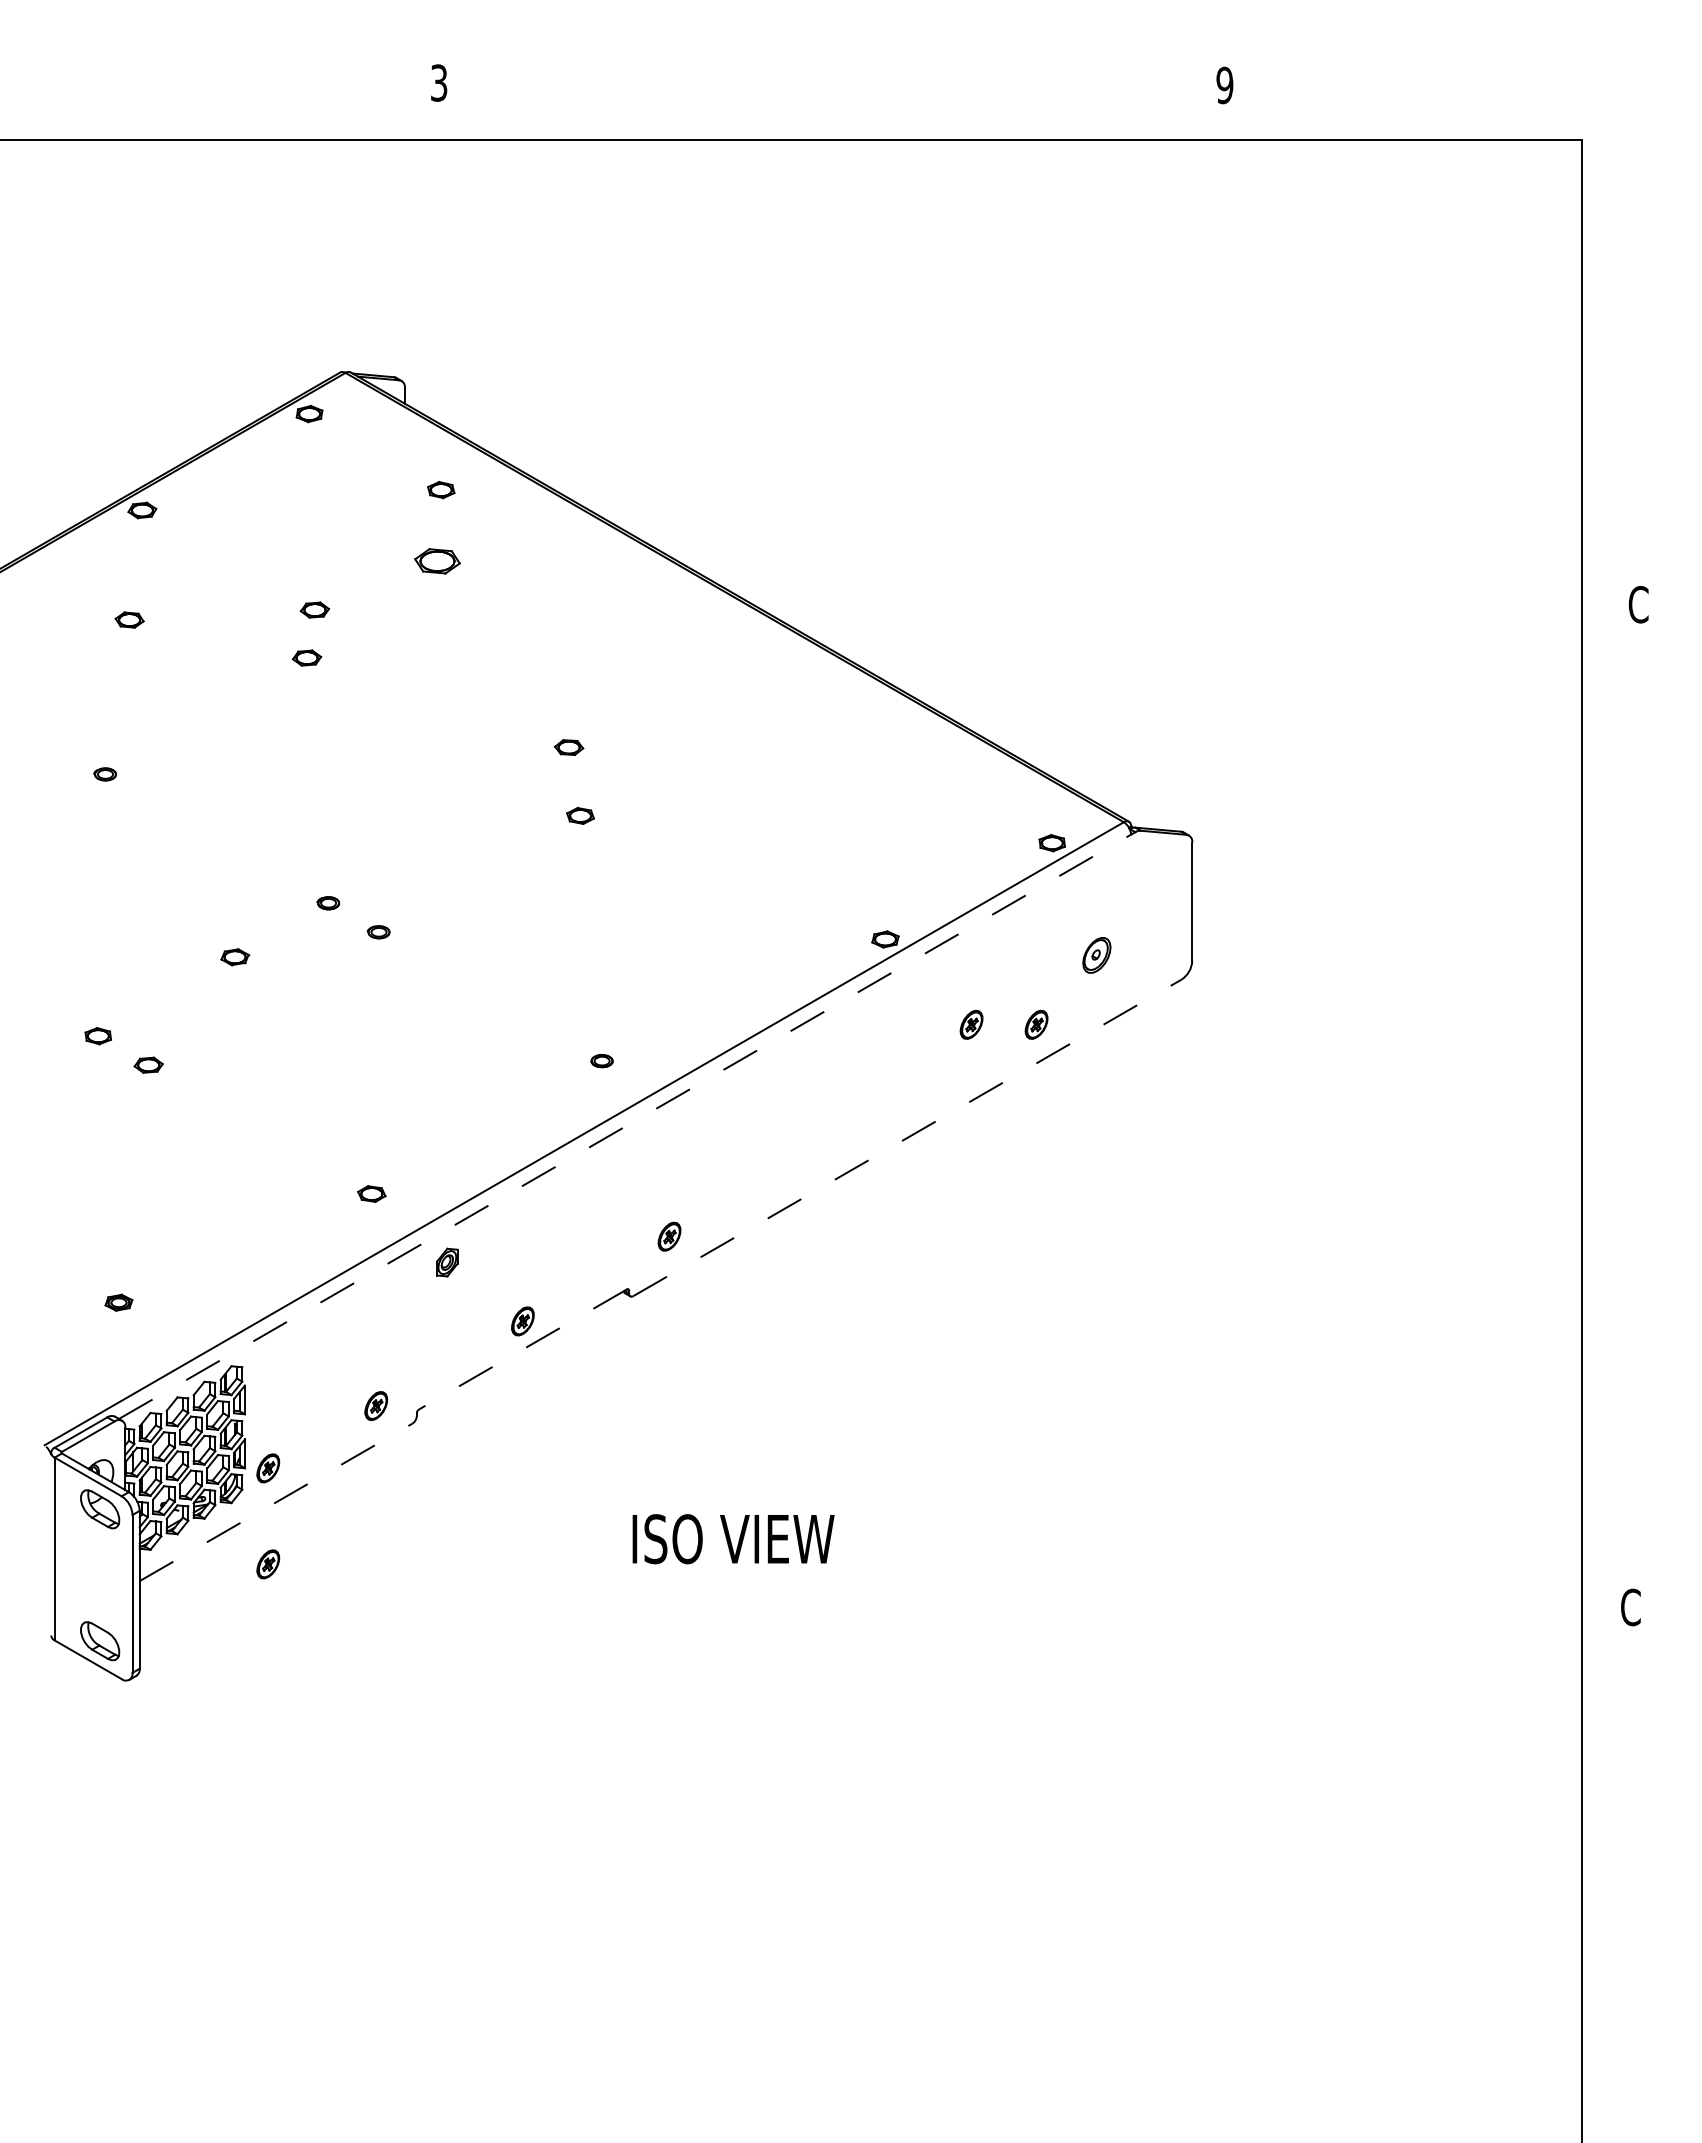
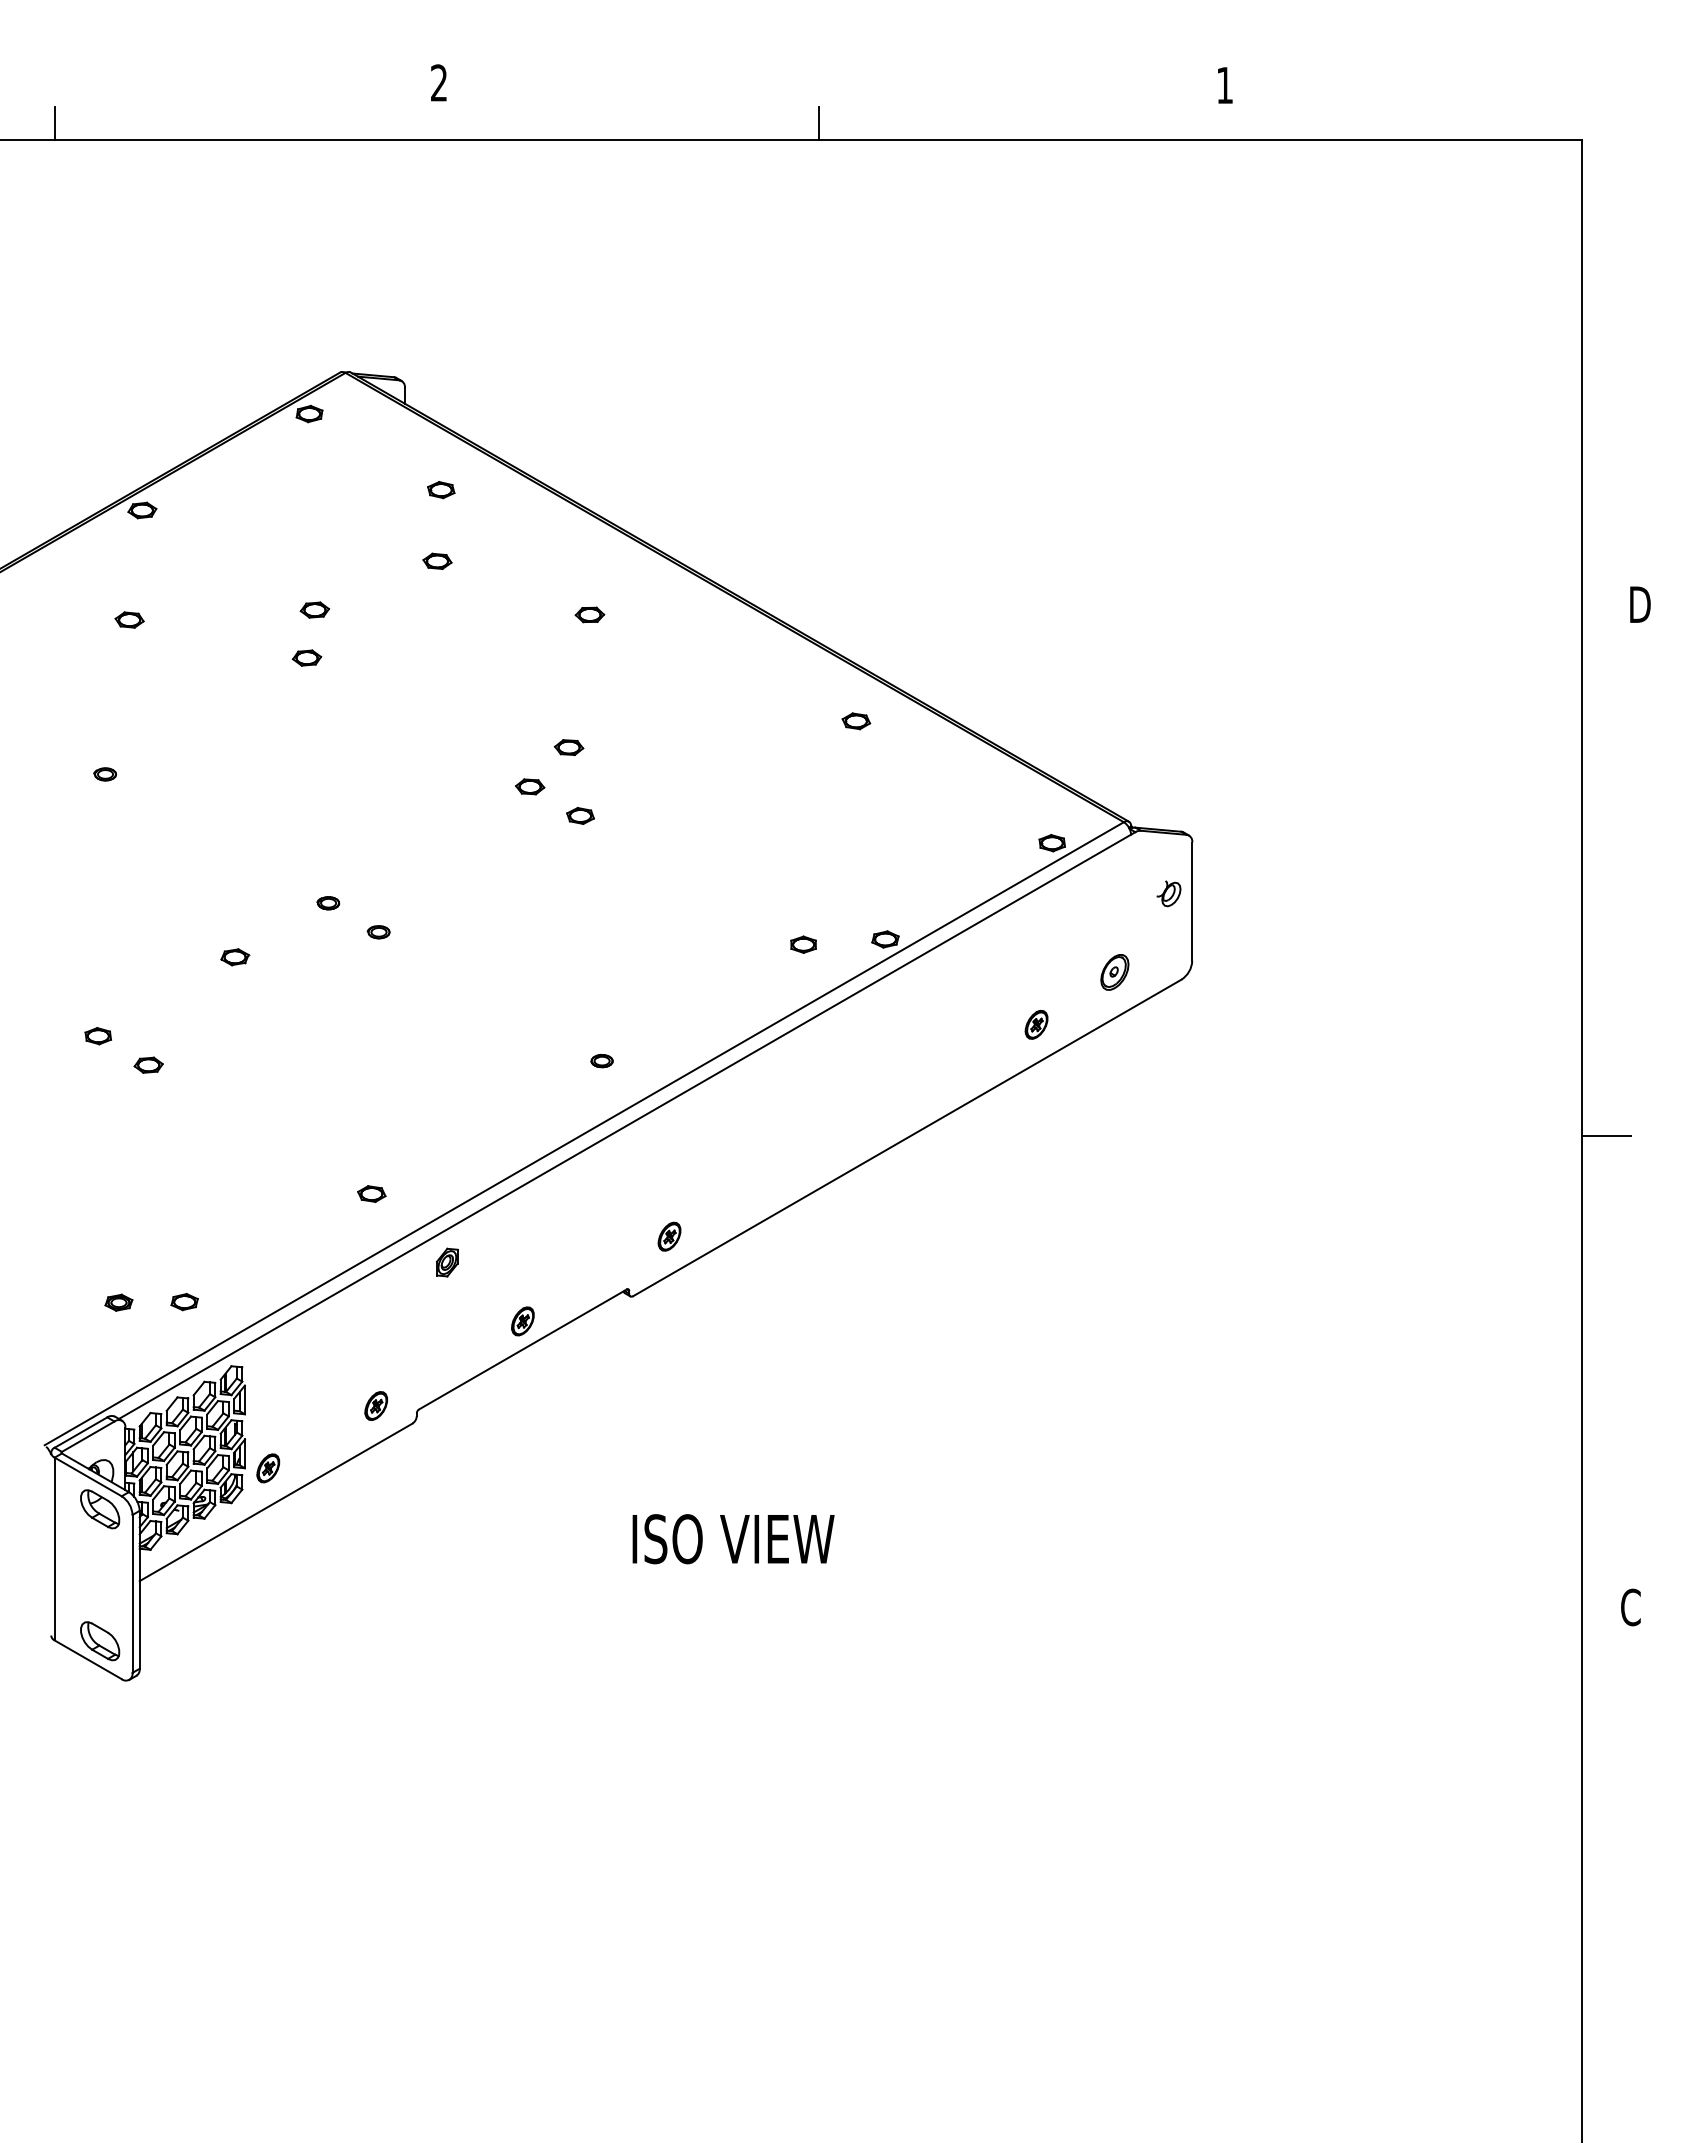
text at (439, 82): 3 -> 2
text at (1224, 85): 9 -> 1
line at (55, 123): none -> present
line at (818, 123): none -> present
part at (437, 561) size: 47x27 px -> 31x19 px
text at (1639, 604): C -> D
part at (589, 614): none -> present
part at (856, 721): none -> present
part at (530, 786): none -> present
part at (1168, 893): none -> present
part at (803, 944): none -> present
part at (1096, 955) position: (1096, 955) -> (1114, 972)
part at (971, 1024): present -> none
line at (625, 1126): dashed -> solid
line at (1606, 1135): none -> present
line at (907, 1137): dashed -> solid
part at (184, 1302): none -> present
line at (522, 1349): dashed -> solid
line at (276, 1502): dashed -> solid
part at (268, 1564): present -> none
